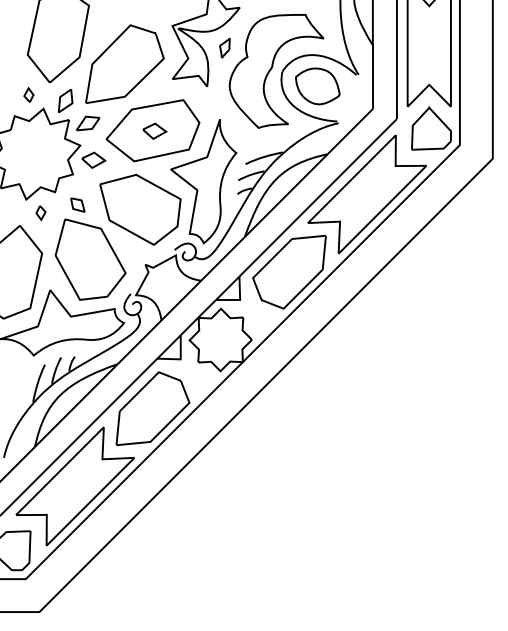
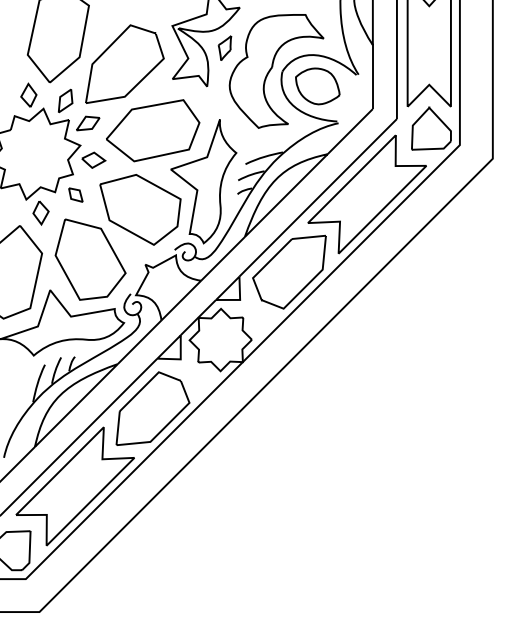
part at (224, 47) size: 12x22 px -> 16x26 px
part at (28, 94) size: 12x16 px -> 18x26 px
part at (154, 130): present -> none
part at (77, 204) position: (77, 204) -> (75, 194)
part at (40, 213) size: 12x17 px -> 18x26 px
